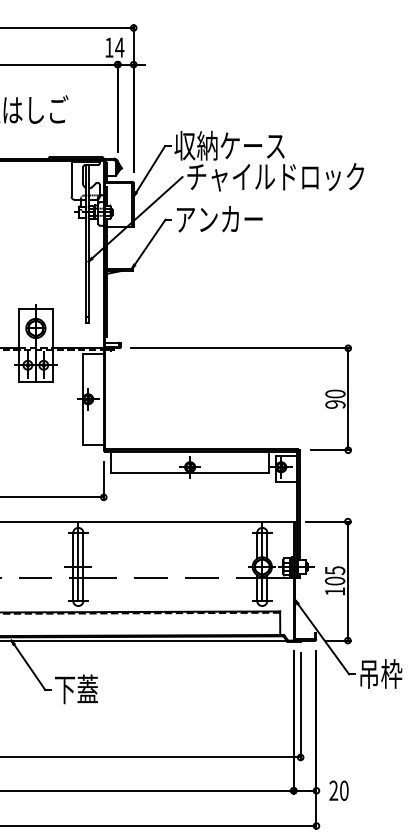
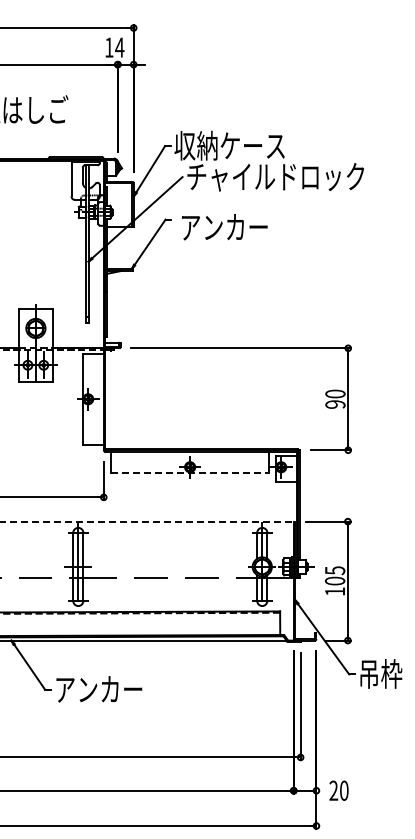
text at (219, 219) position: (219, 219) -> (224, 227)
line at (190, 472): solid -> dashed
line at (148, 521): solid -> dashed
text at (98, 689): 下蓋 -> アンカー
